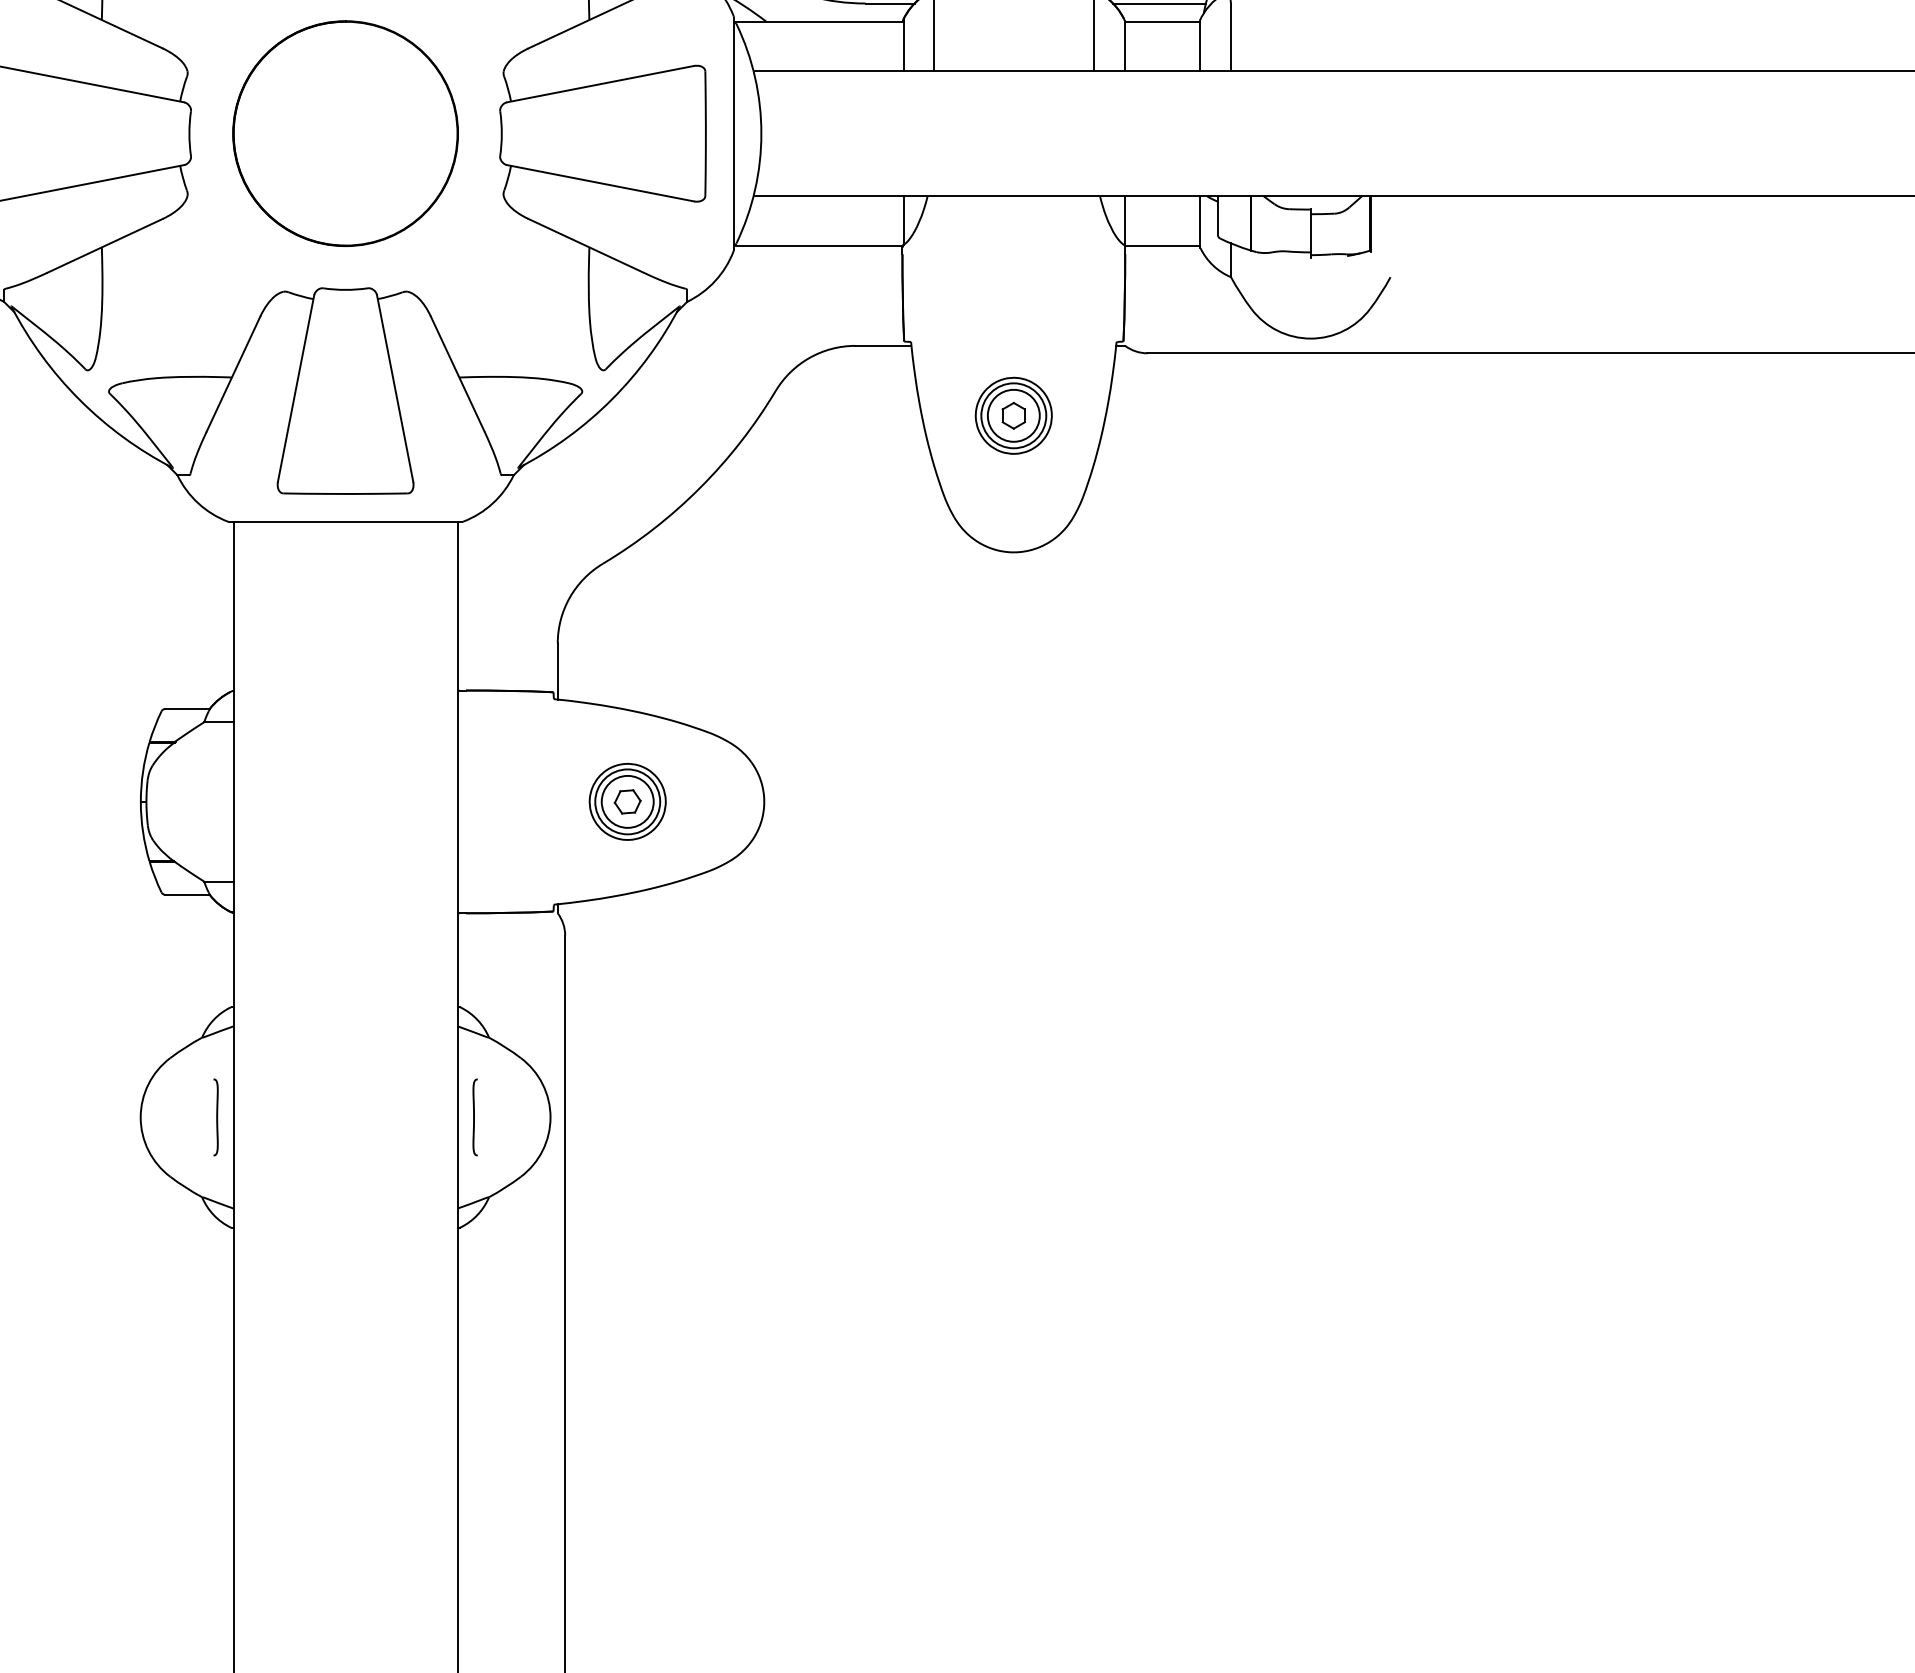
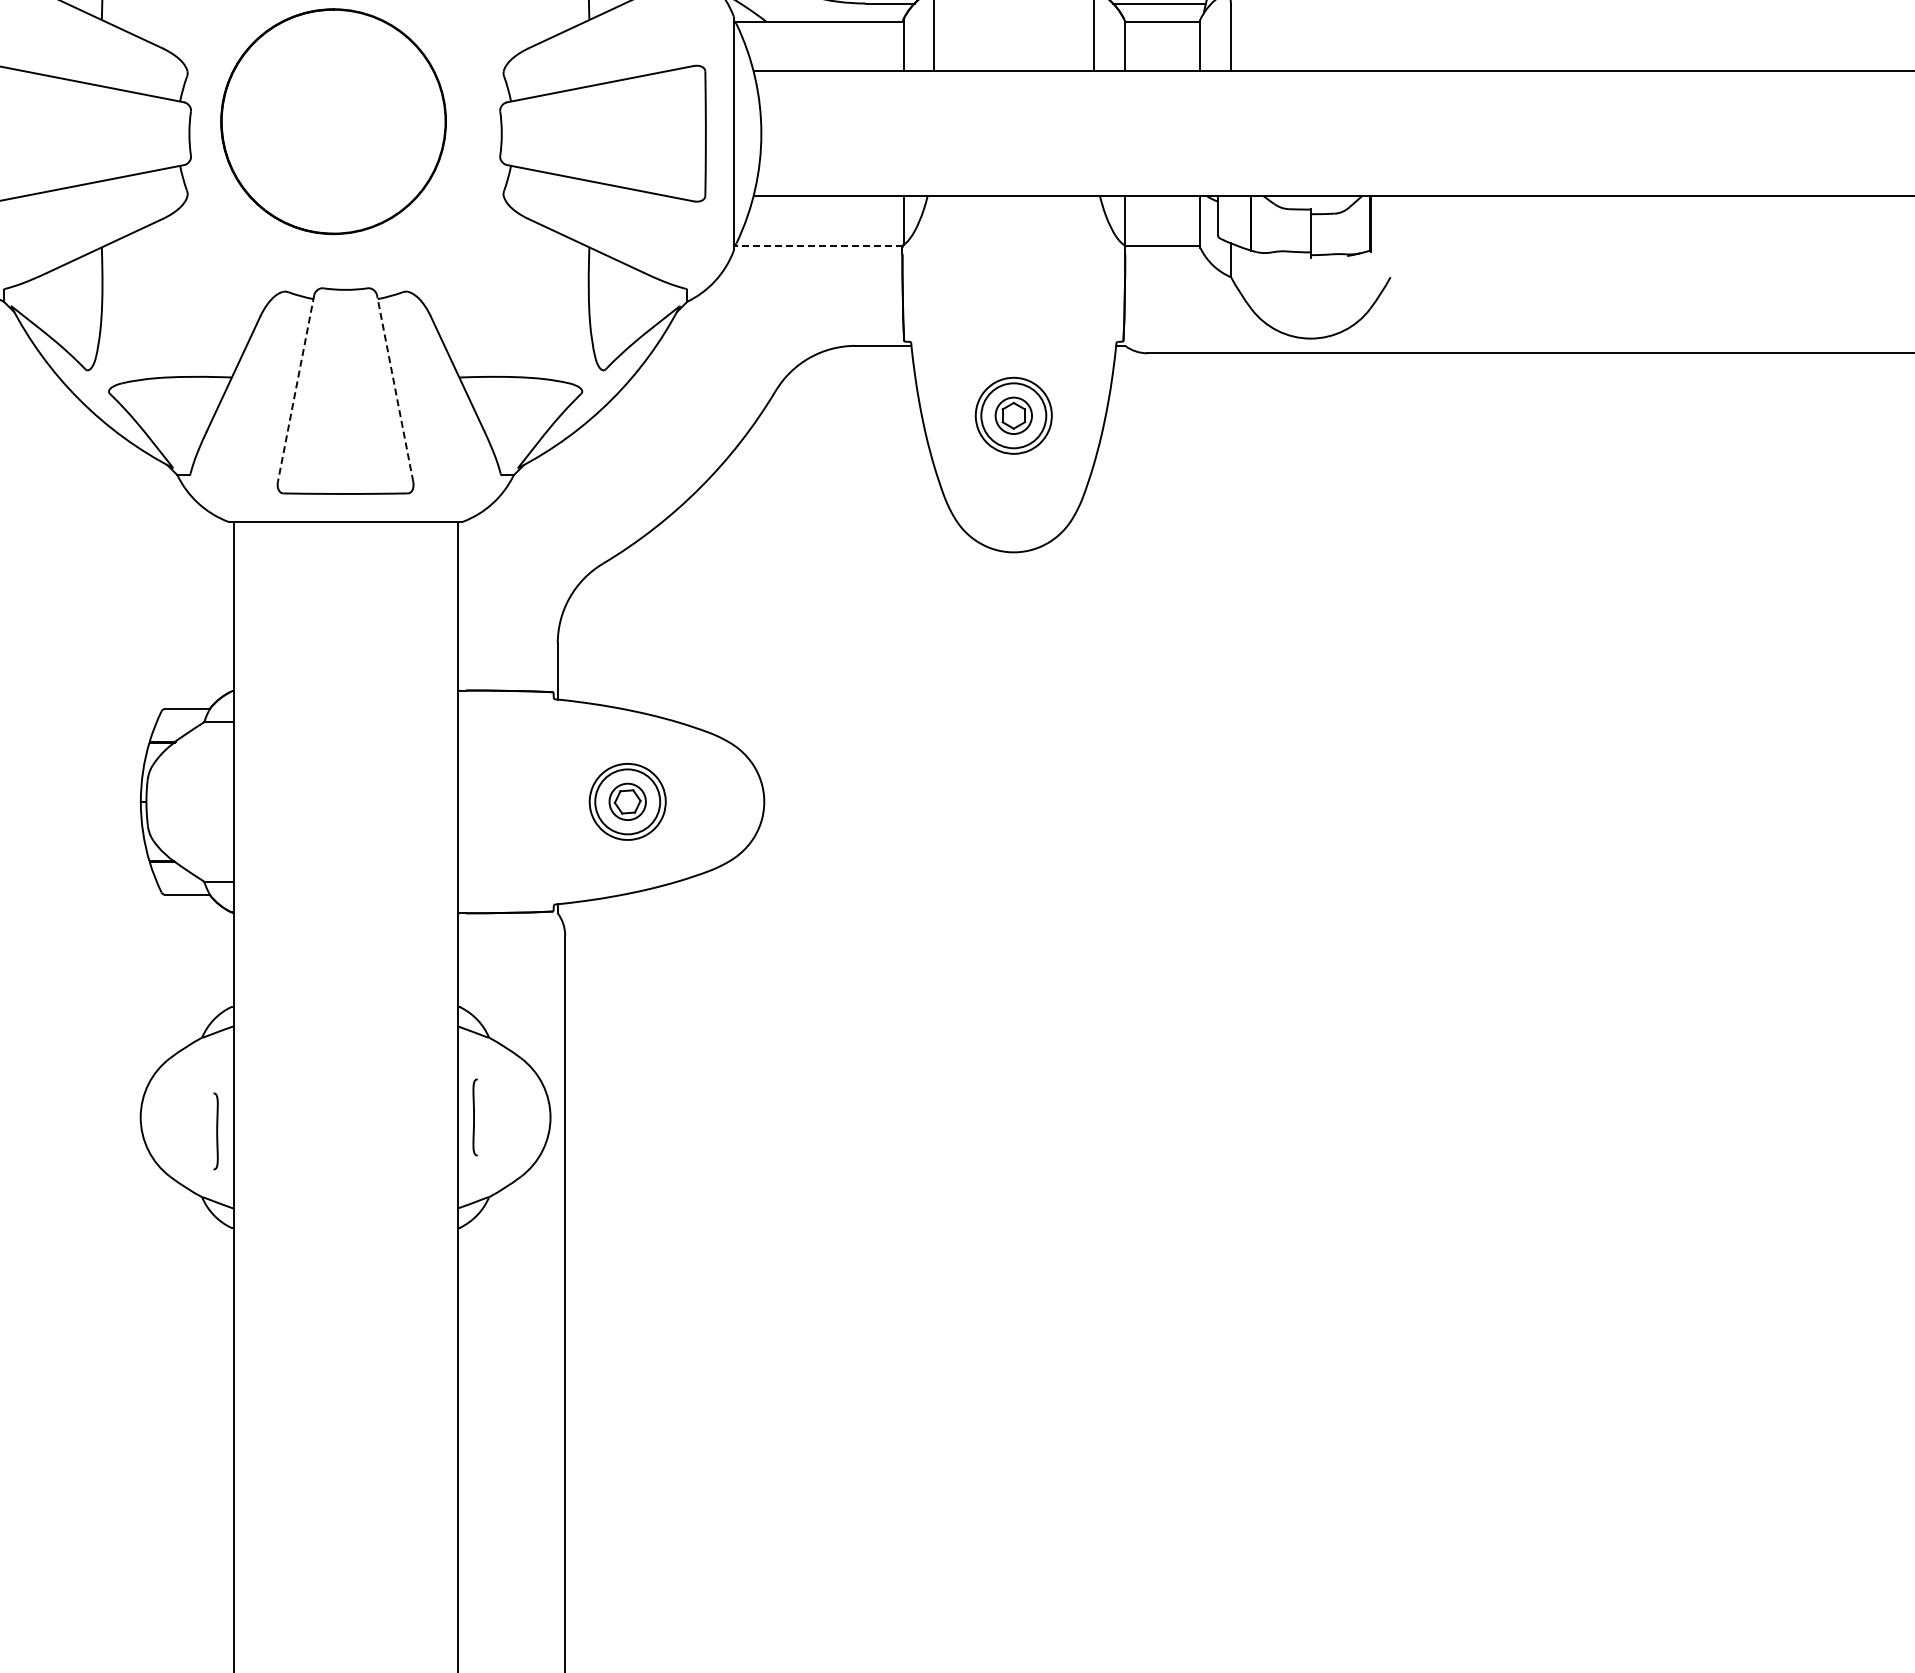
circle at (345, 133) position: (345, 133) -> (333, 121)
line at (818, 245): solid -> dashed
line at (395, 387): solid -> dashed
line at (296, 388): solid -> dashed
circle at (1013, 415) diameter: 52 px -> 36 px
circle at (627, 801) diameter: 52 px -> 36 px
curve at (216, 1117) position: (216, 1117) -> (216, 1131)
